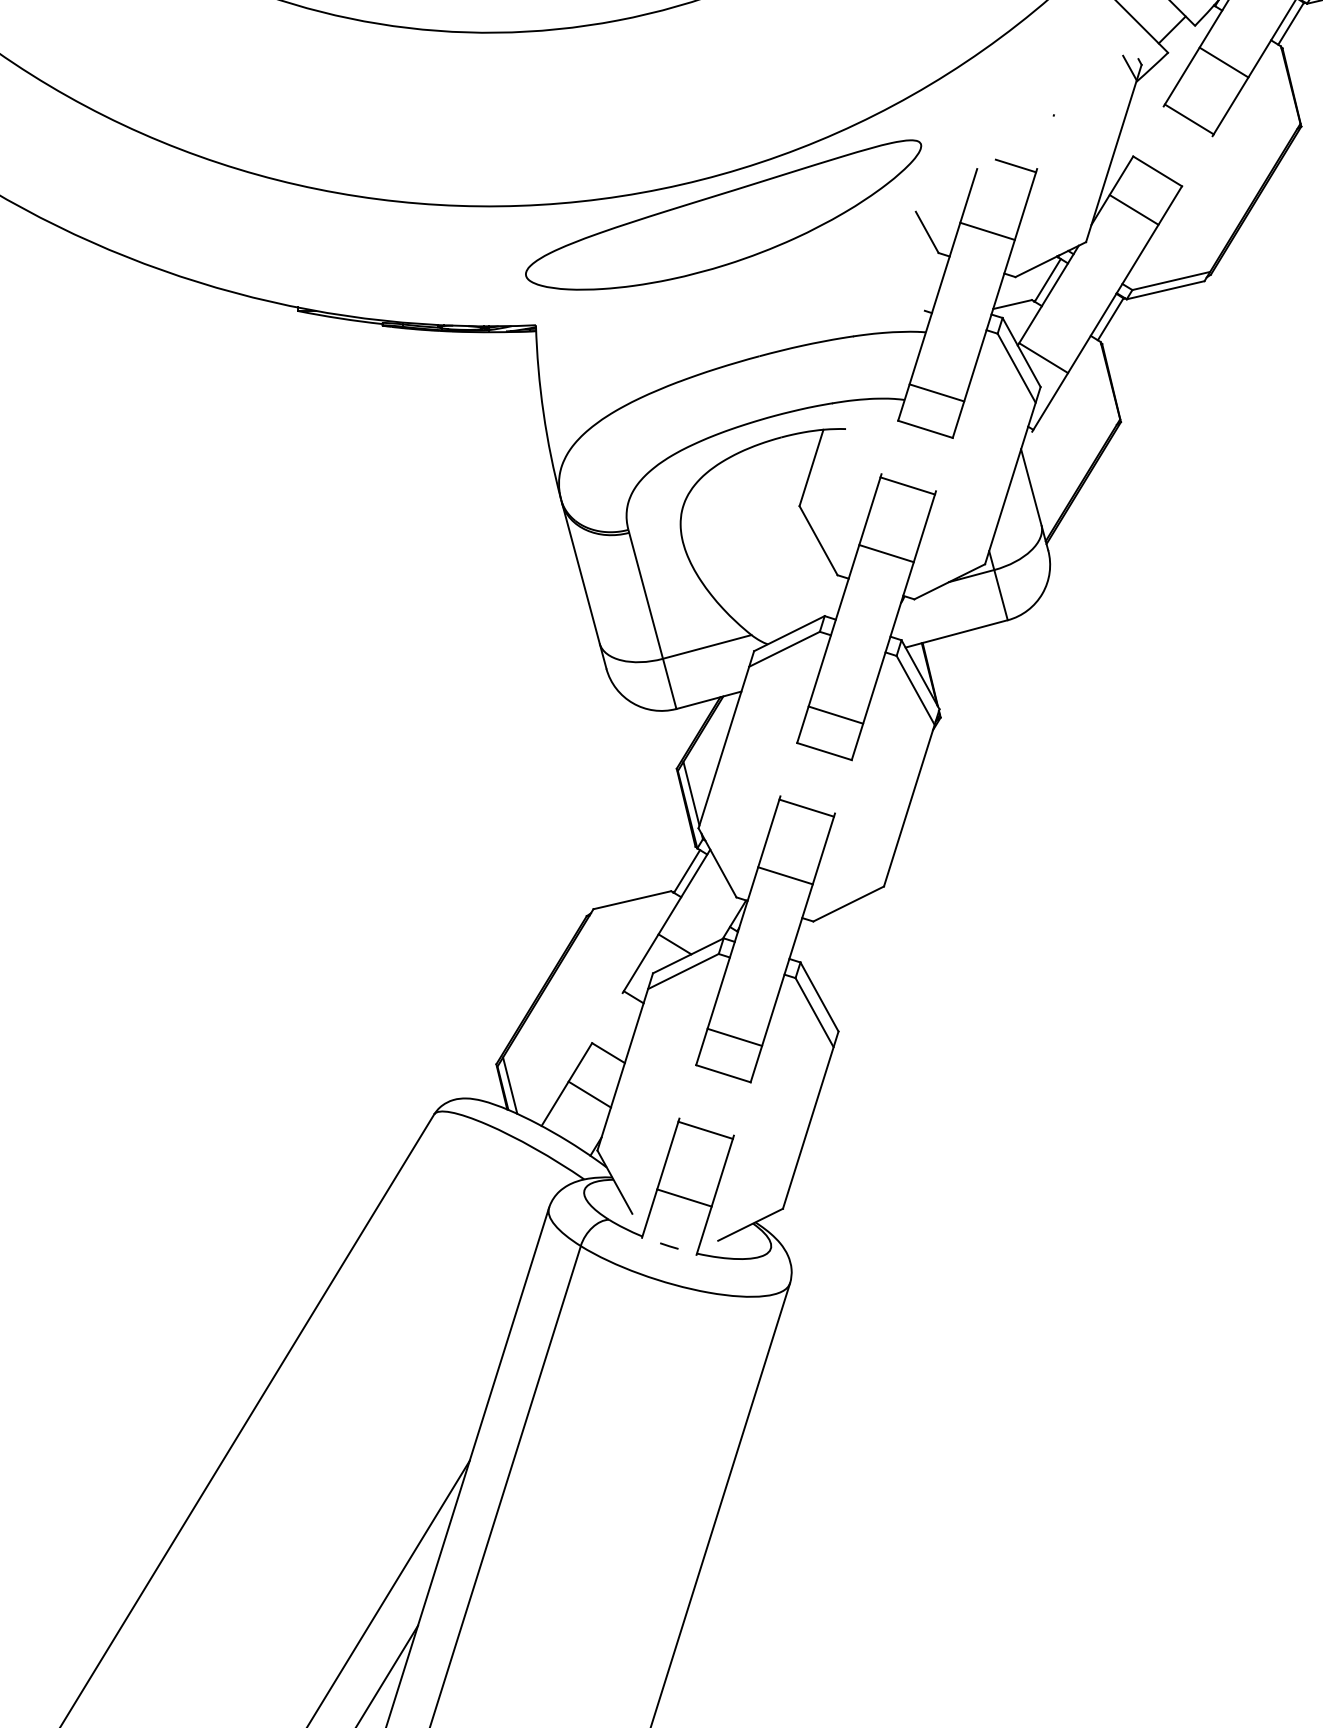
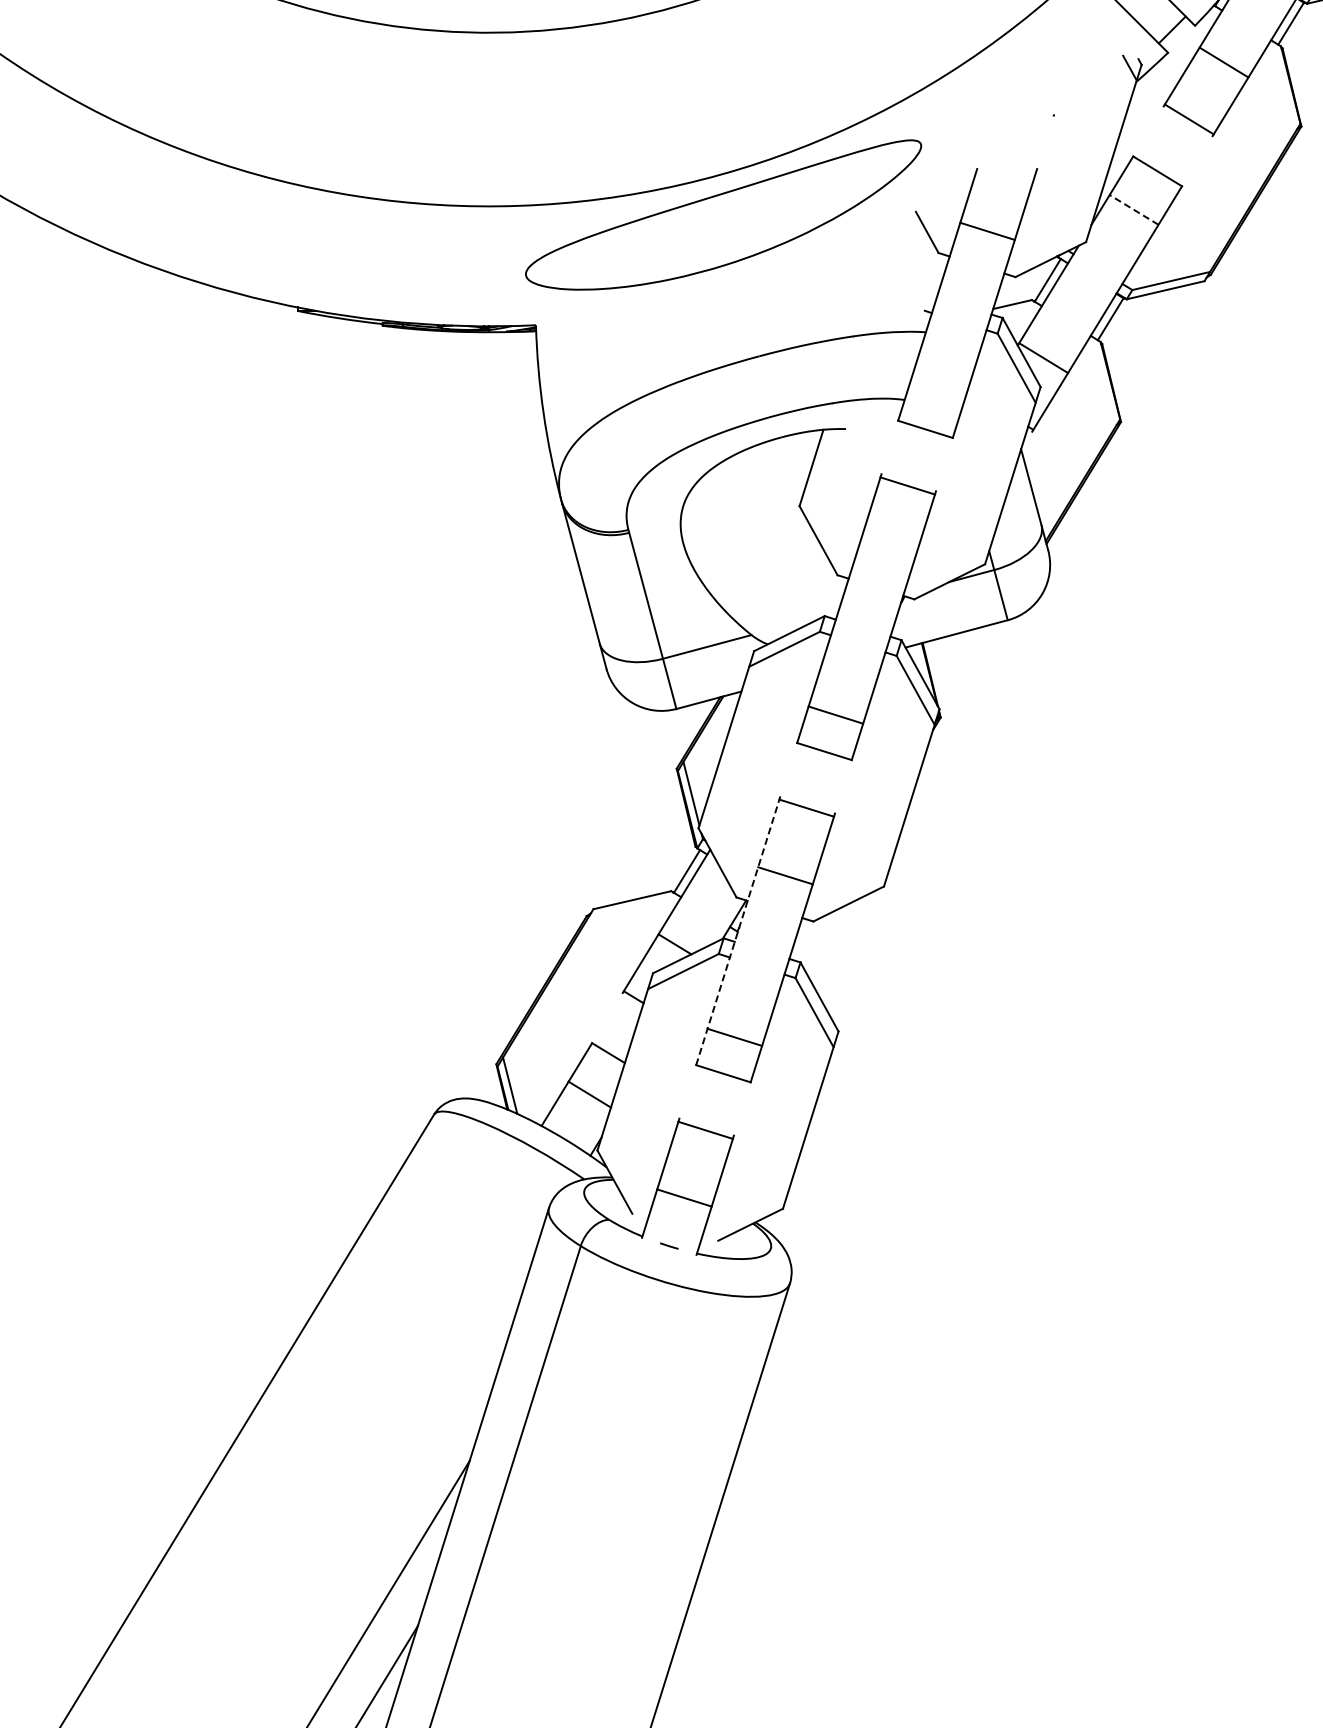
line at (1015, 165): present -> none
line at (1134, 209): solid -> dashed
line at (936, 392): present -> none
line at (886, 553): present -> none
line at (738, 930): solid -> dashed
